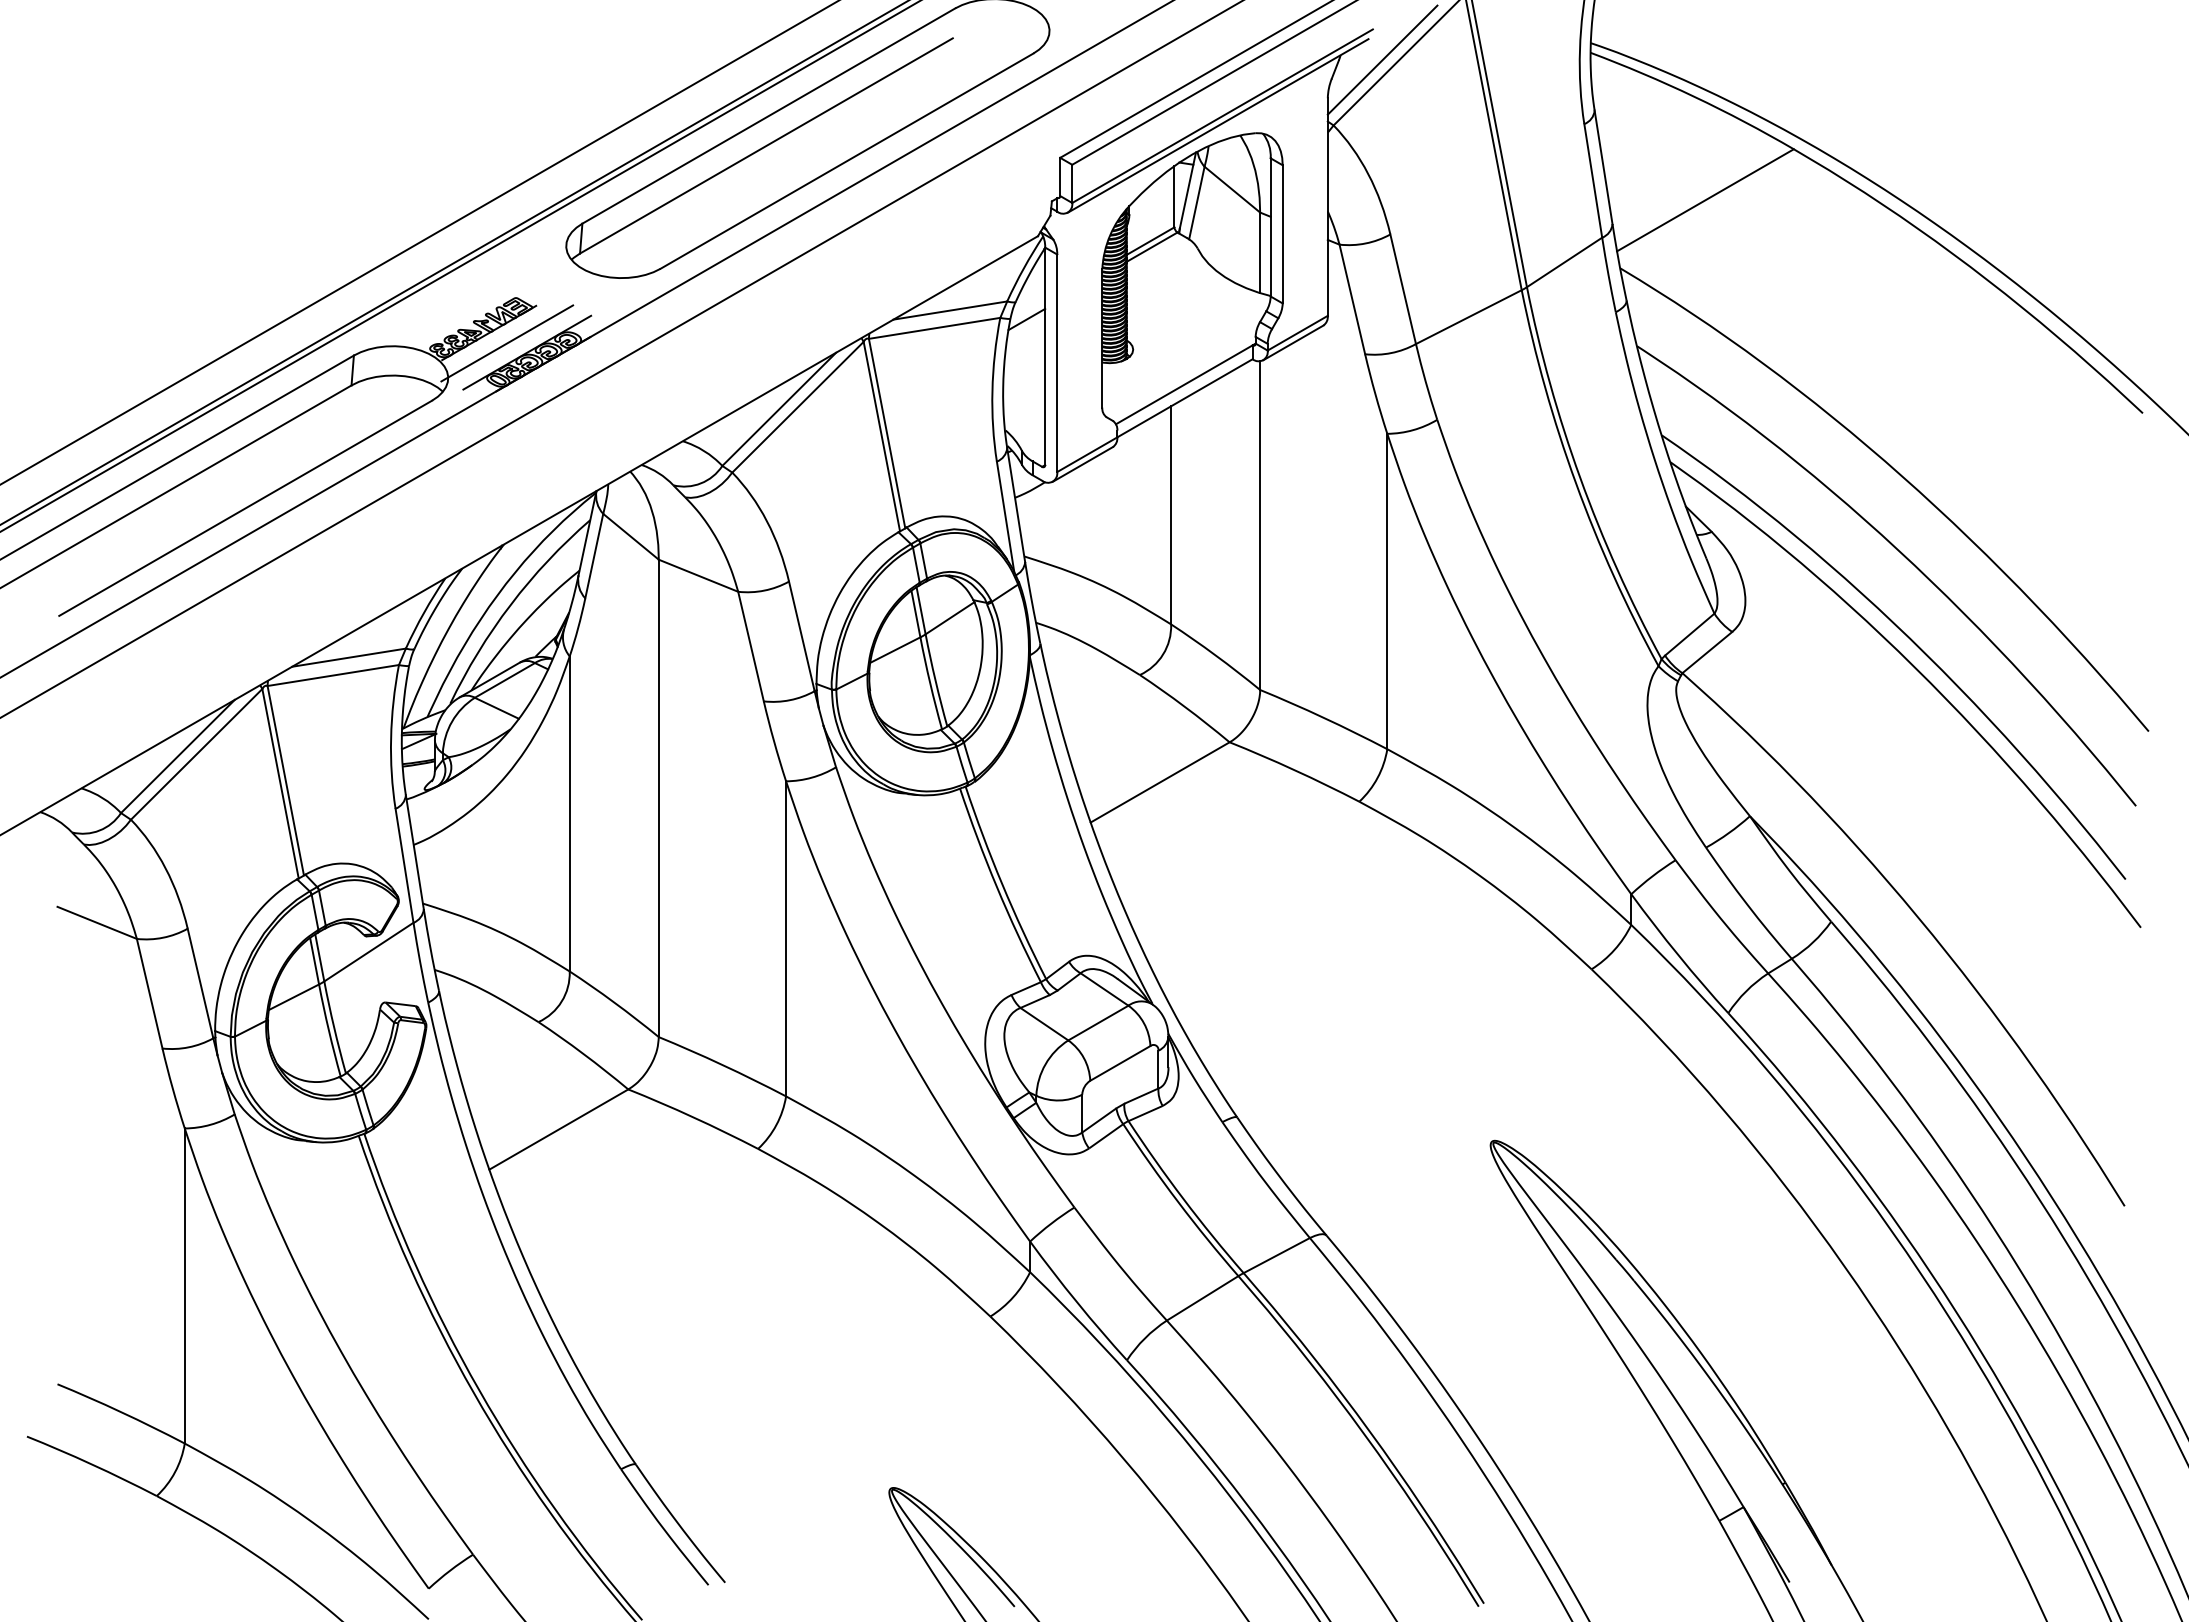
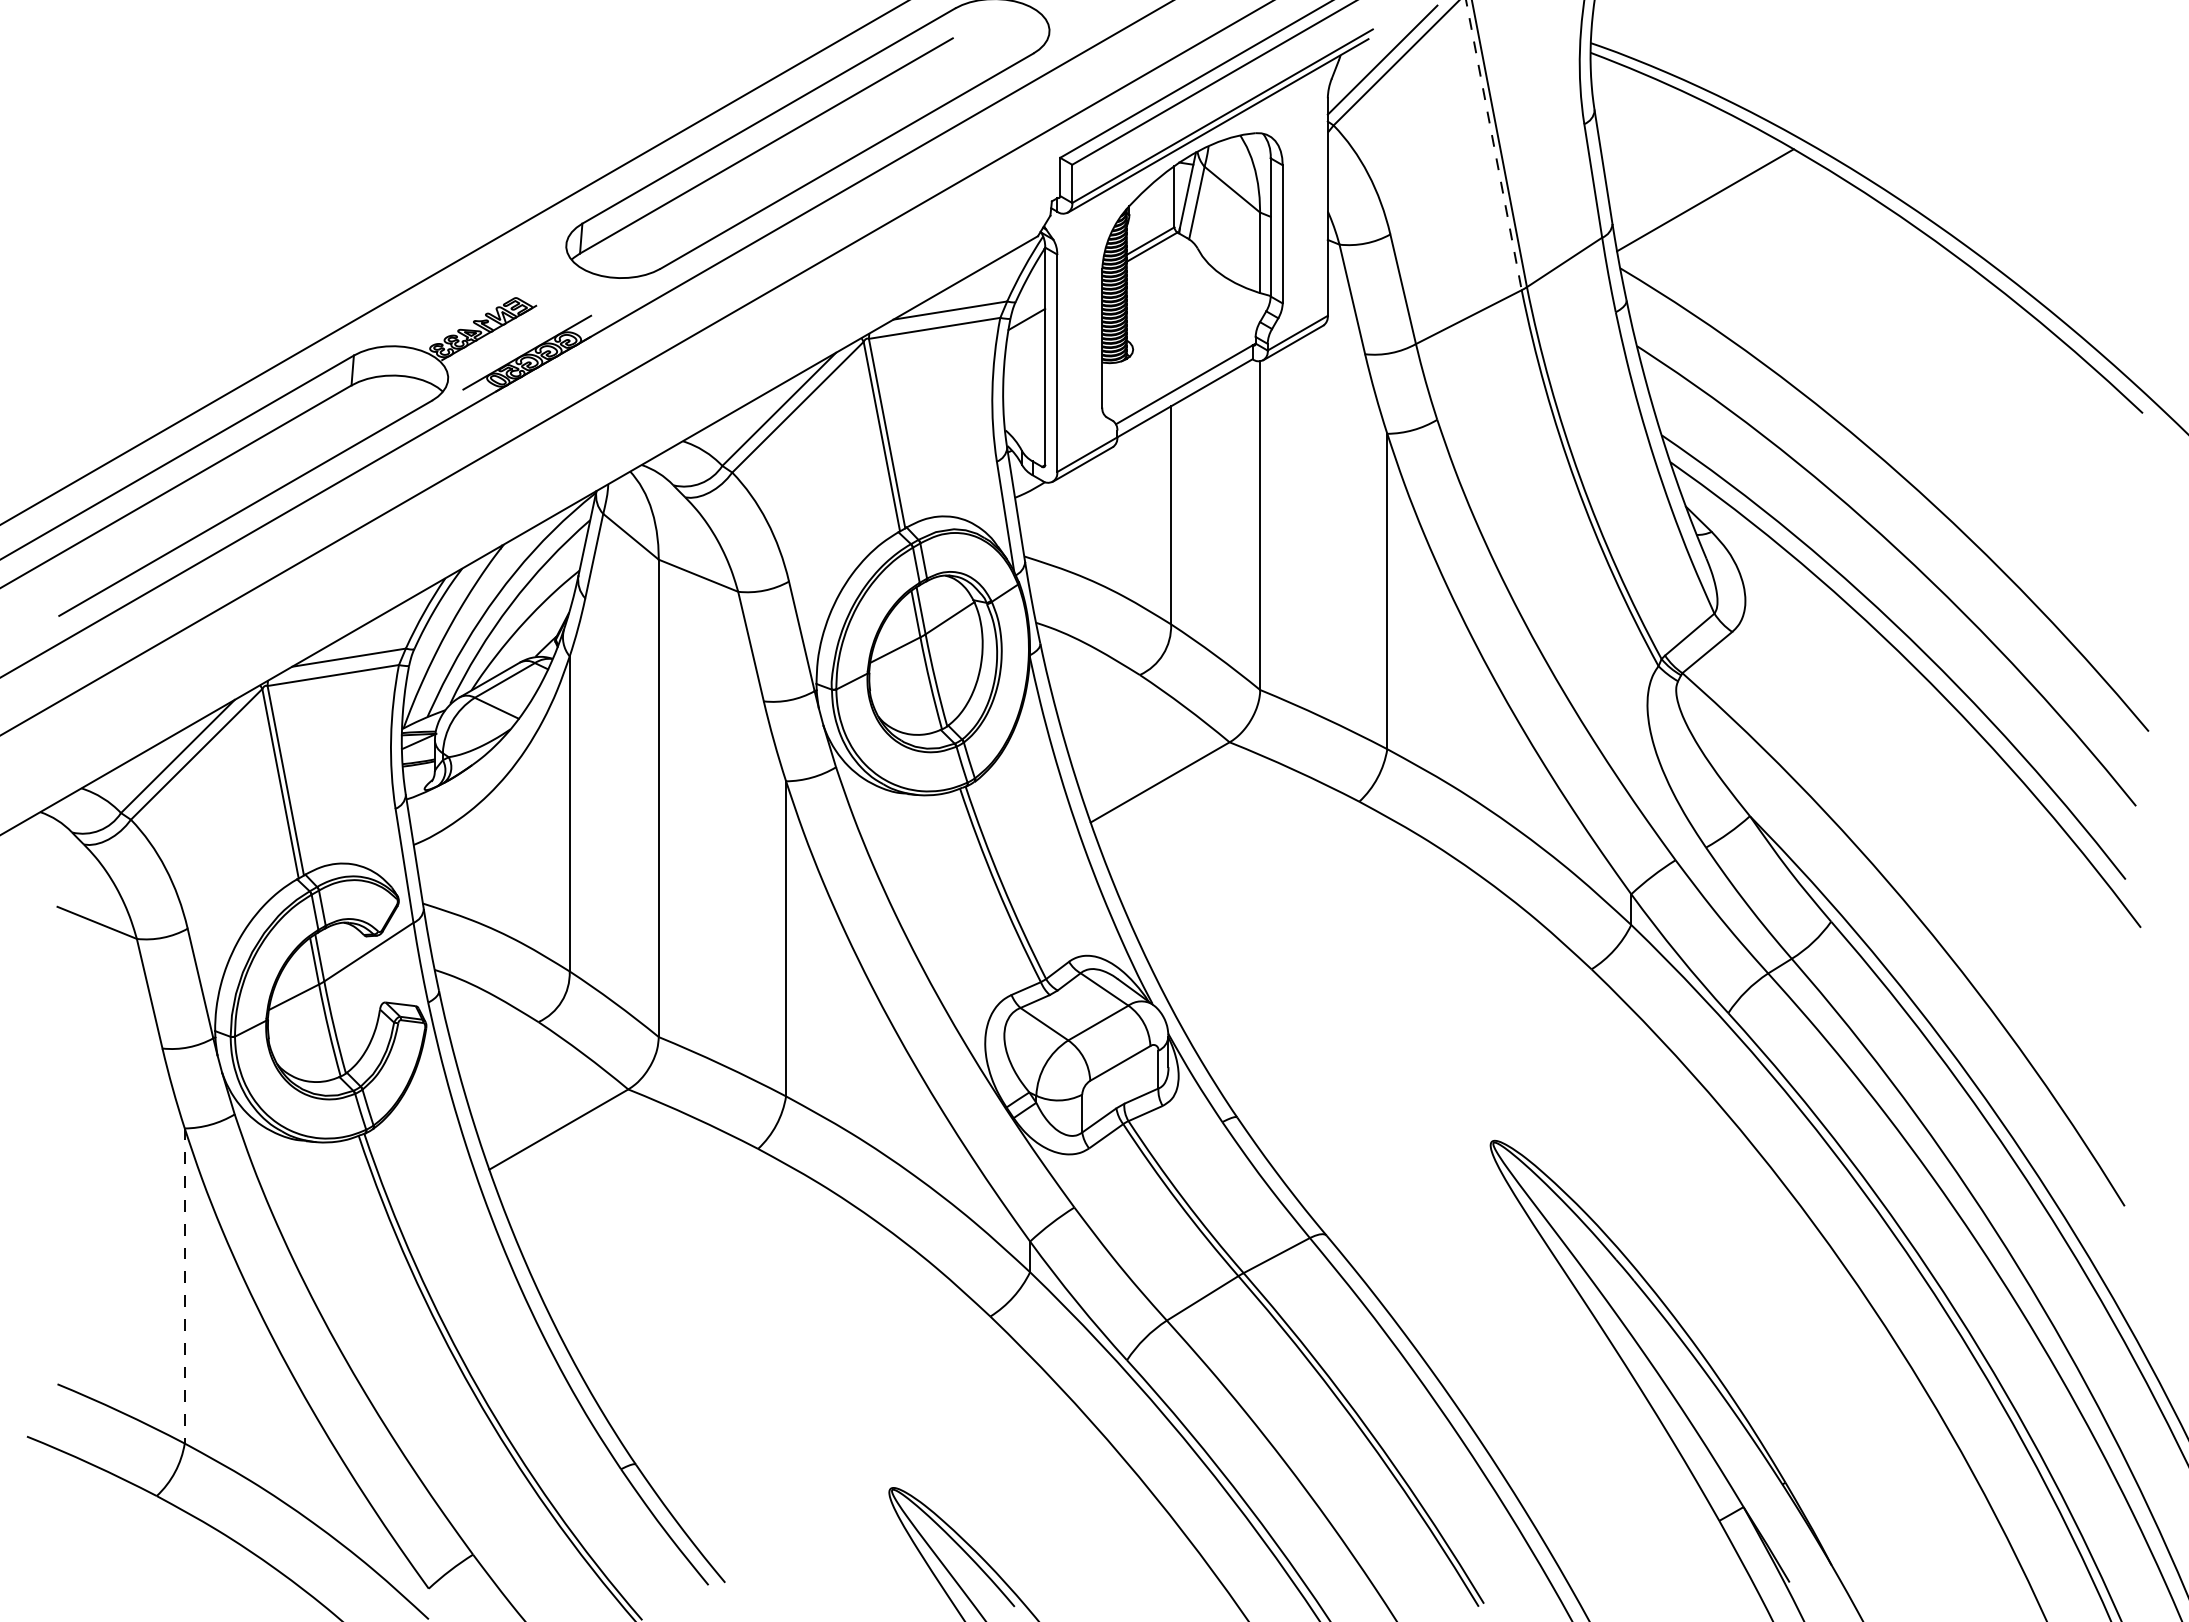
line at (1494, 145): solid -> dashed
line at (418, 242): present -> none
line at (459, 266): present -> none
line at (506, 342): present -> none
line at (620, 359) position: (620, 359) -> (636, 368)
line at (184, 1286): solid -> dashed
